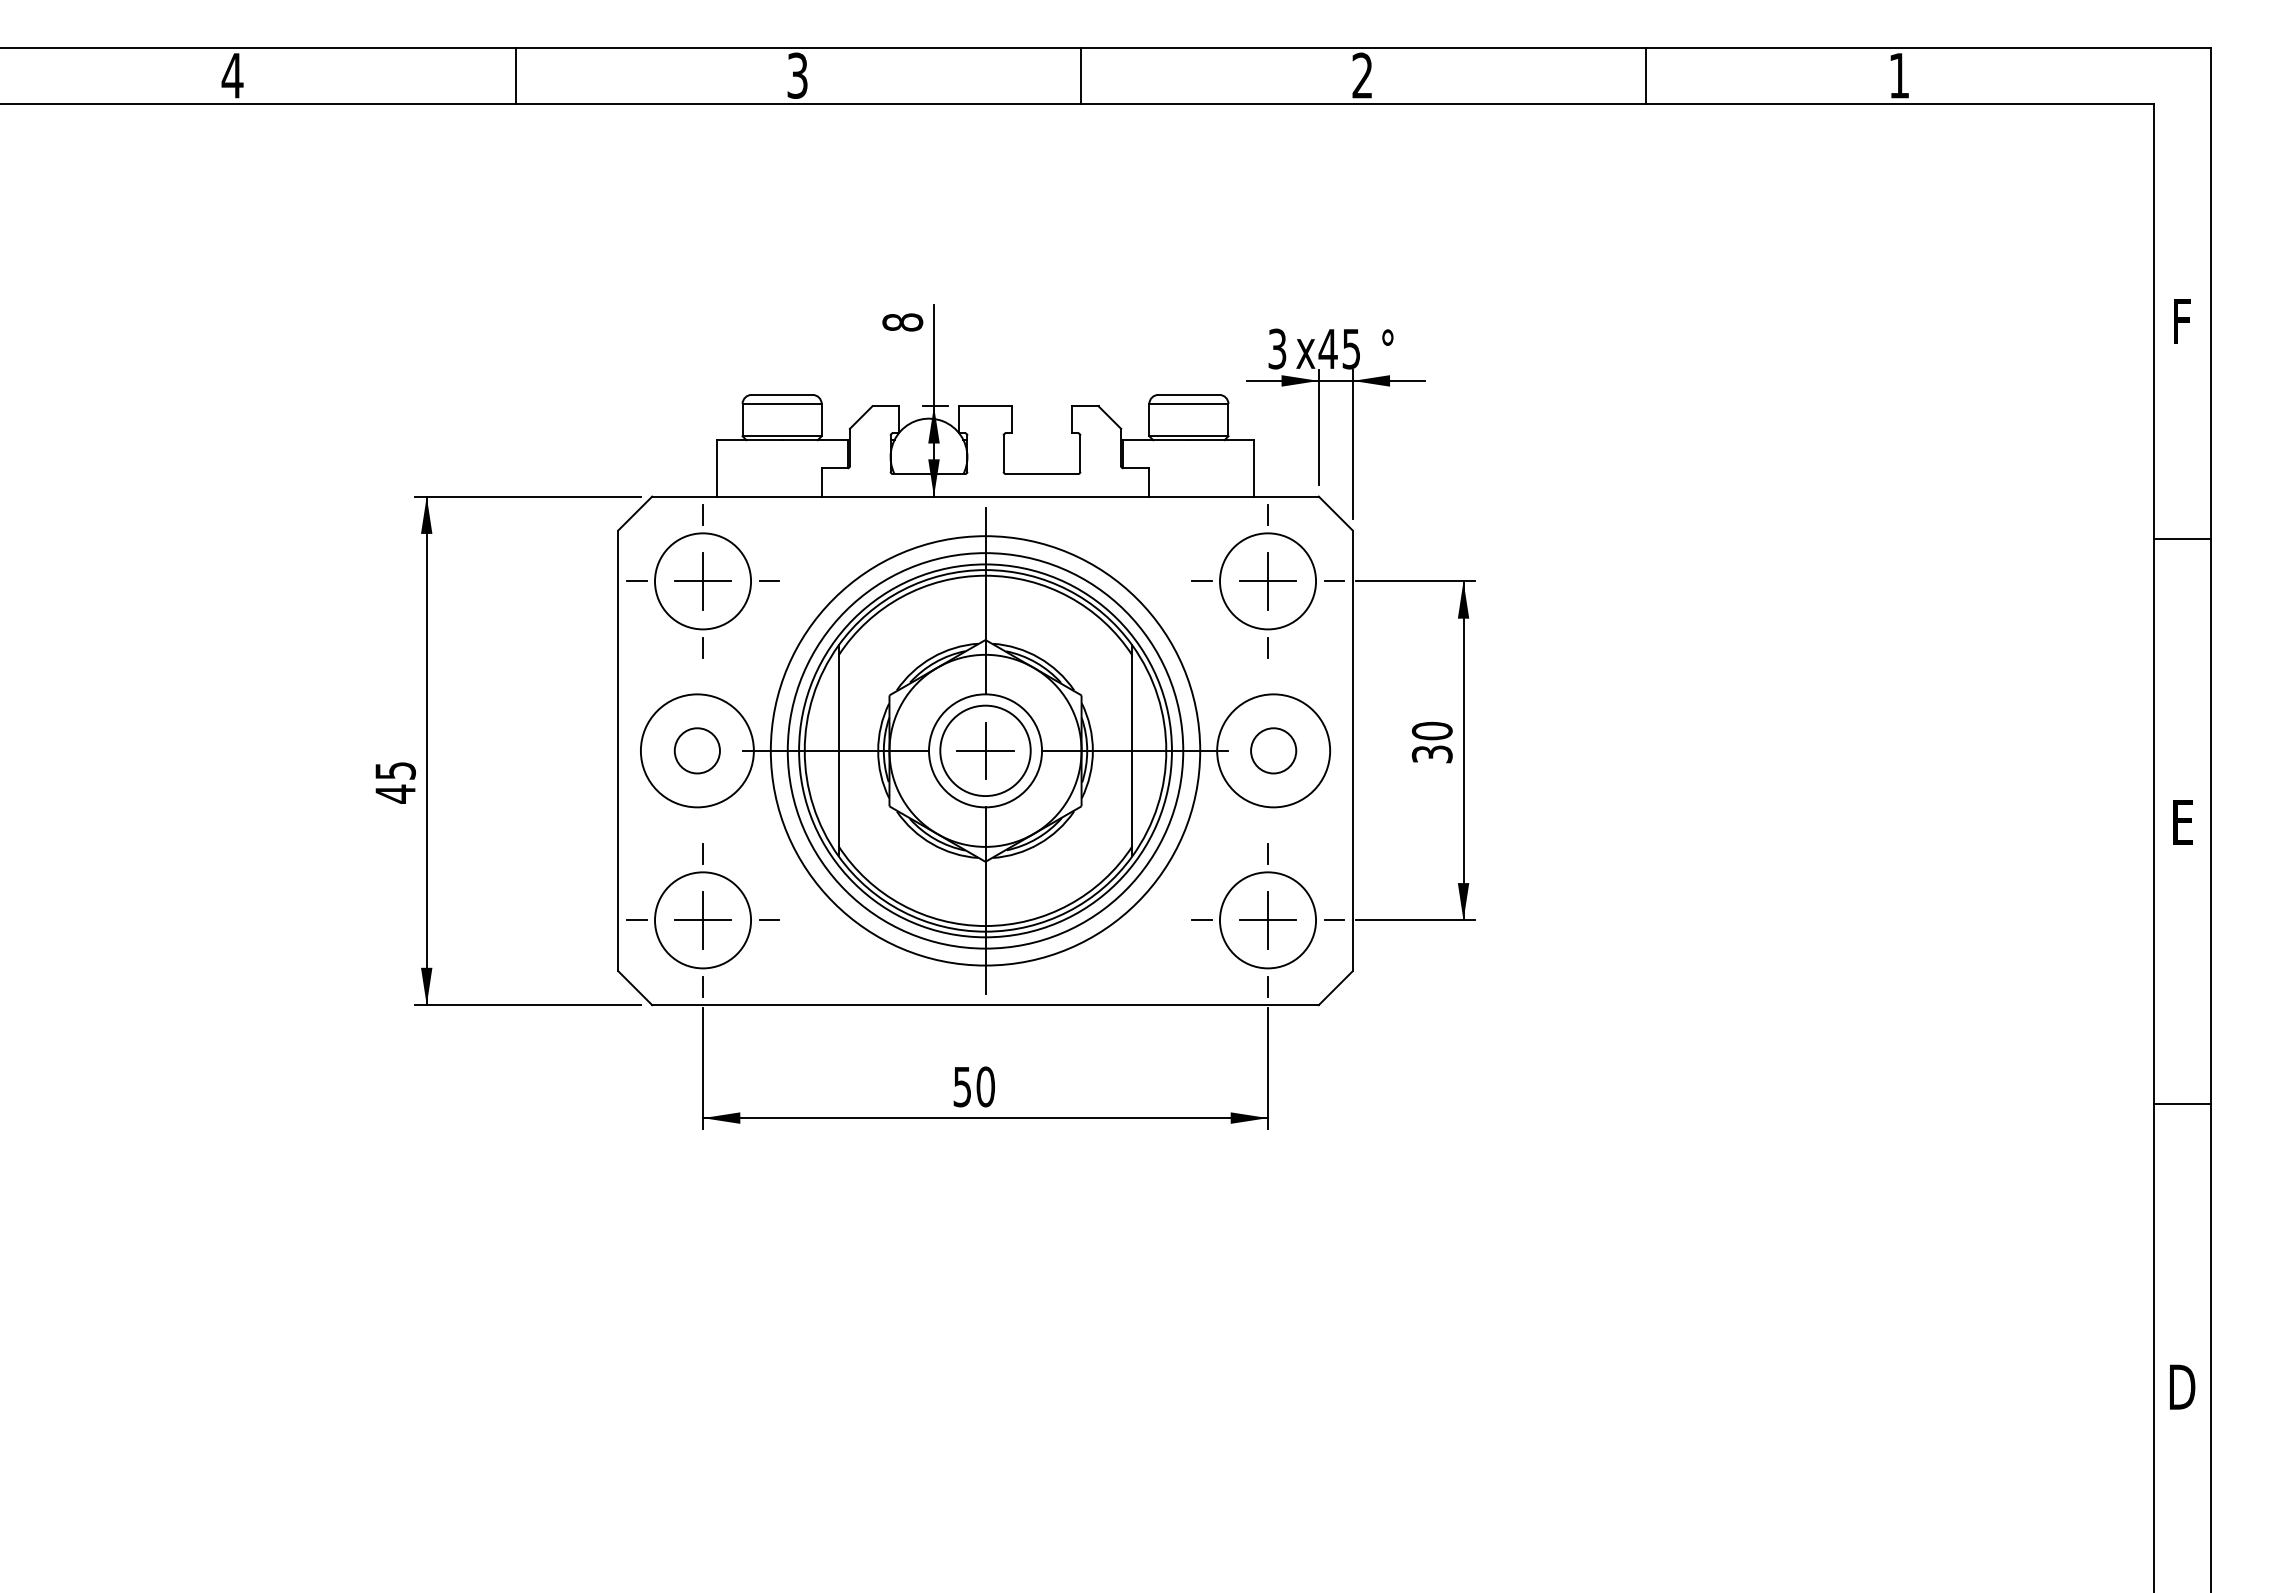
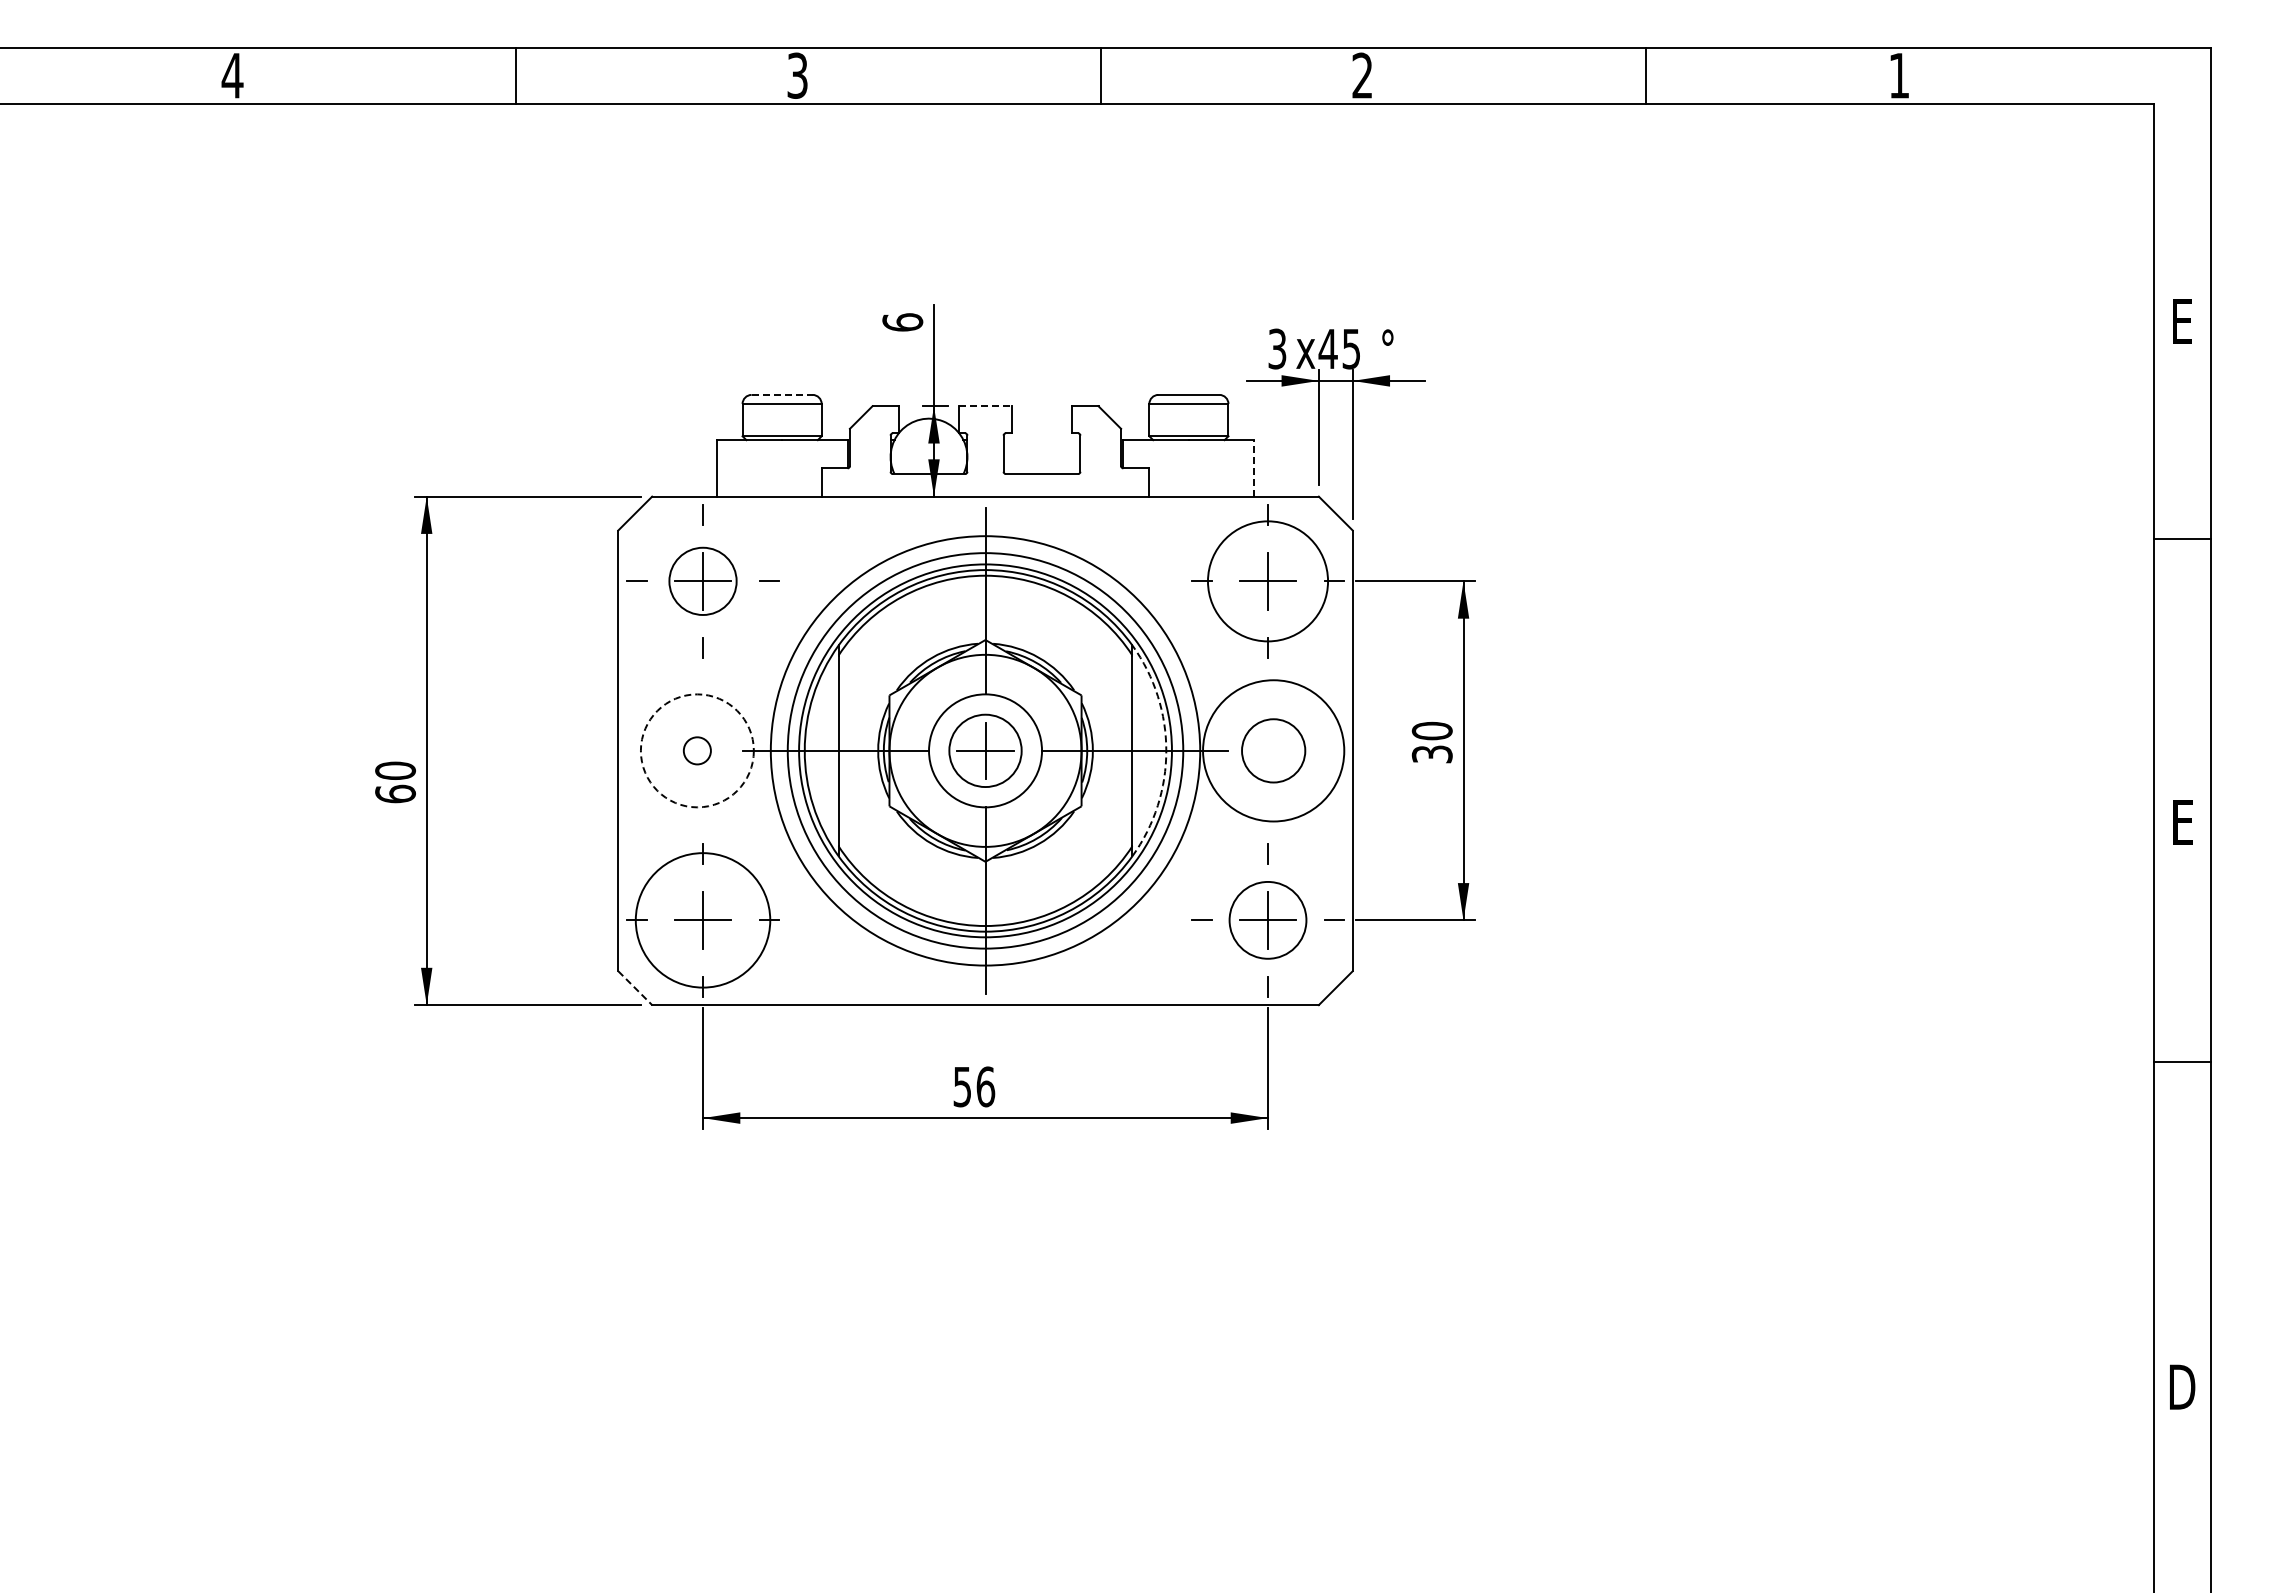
line at (1080, 75) position: (1080, 75) -> (1100, 75)
text at (2182, 321): F -> E
text at (902, 322): 8 -> 6
line at (782, 394): solid -> dashed
line at (985, 406): solid -> dashed
line at (1254, 467): solid -> dashed
circle at (703, 581) diameter: 96 px -> 67 px
circle at (1267, 581) diameter: 96 px -> 120 px
circle at (696, 750) diameter: 45 px -> 27 px
circle at (696, 750): solid -> dashed
circle at (985, 750) diameter: 90 px -> 72 px
arc at (1166, 750): solid -> dashed
circle at (1273, 750) diameter: 113 px -> 141 px
circle at (1273, 750) diameter: 45 px -> 63 px
text at (395, 782): 45 -> 60
circle at (703, 920) diameter: 96 px -> 134 px
circle at (1267, 920) diameter: 96 px -> 77 px
line at (635, 988): solid -> dashed
text at (985, 1086): 50 -> 56
line at (2182, 1104) position: (2182, 1104) -> (2182, 1062)
